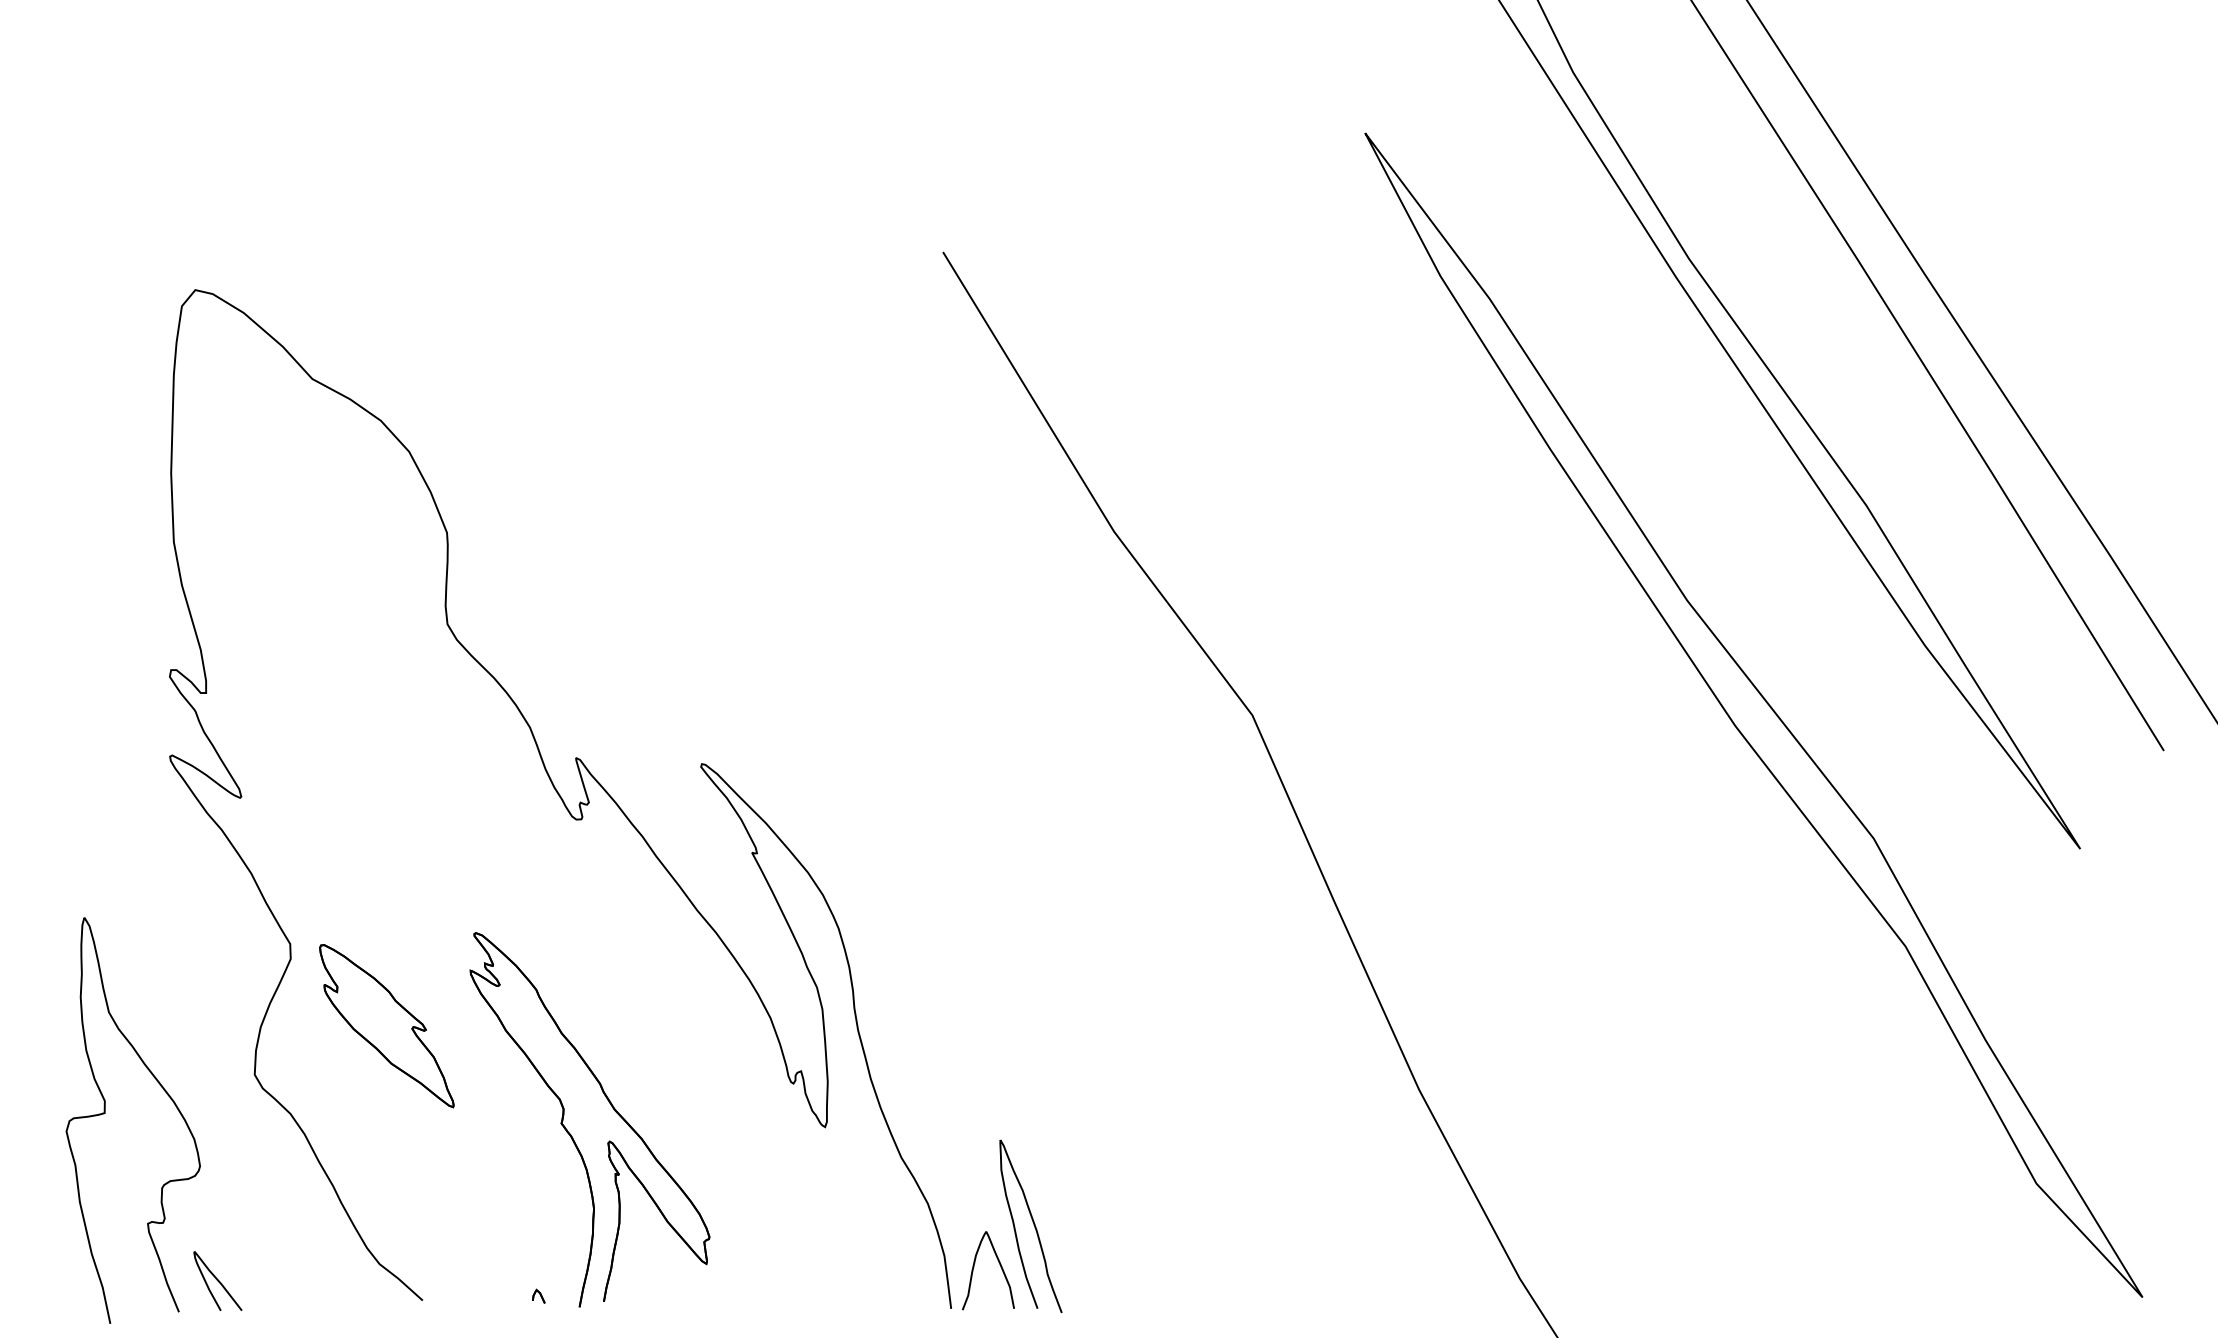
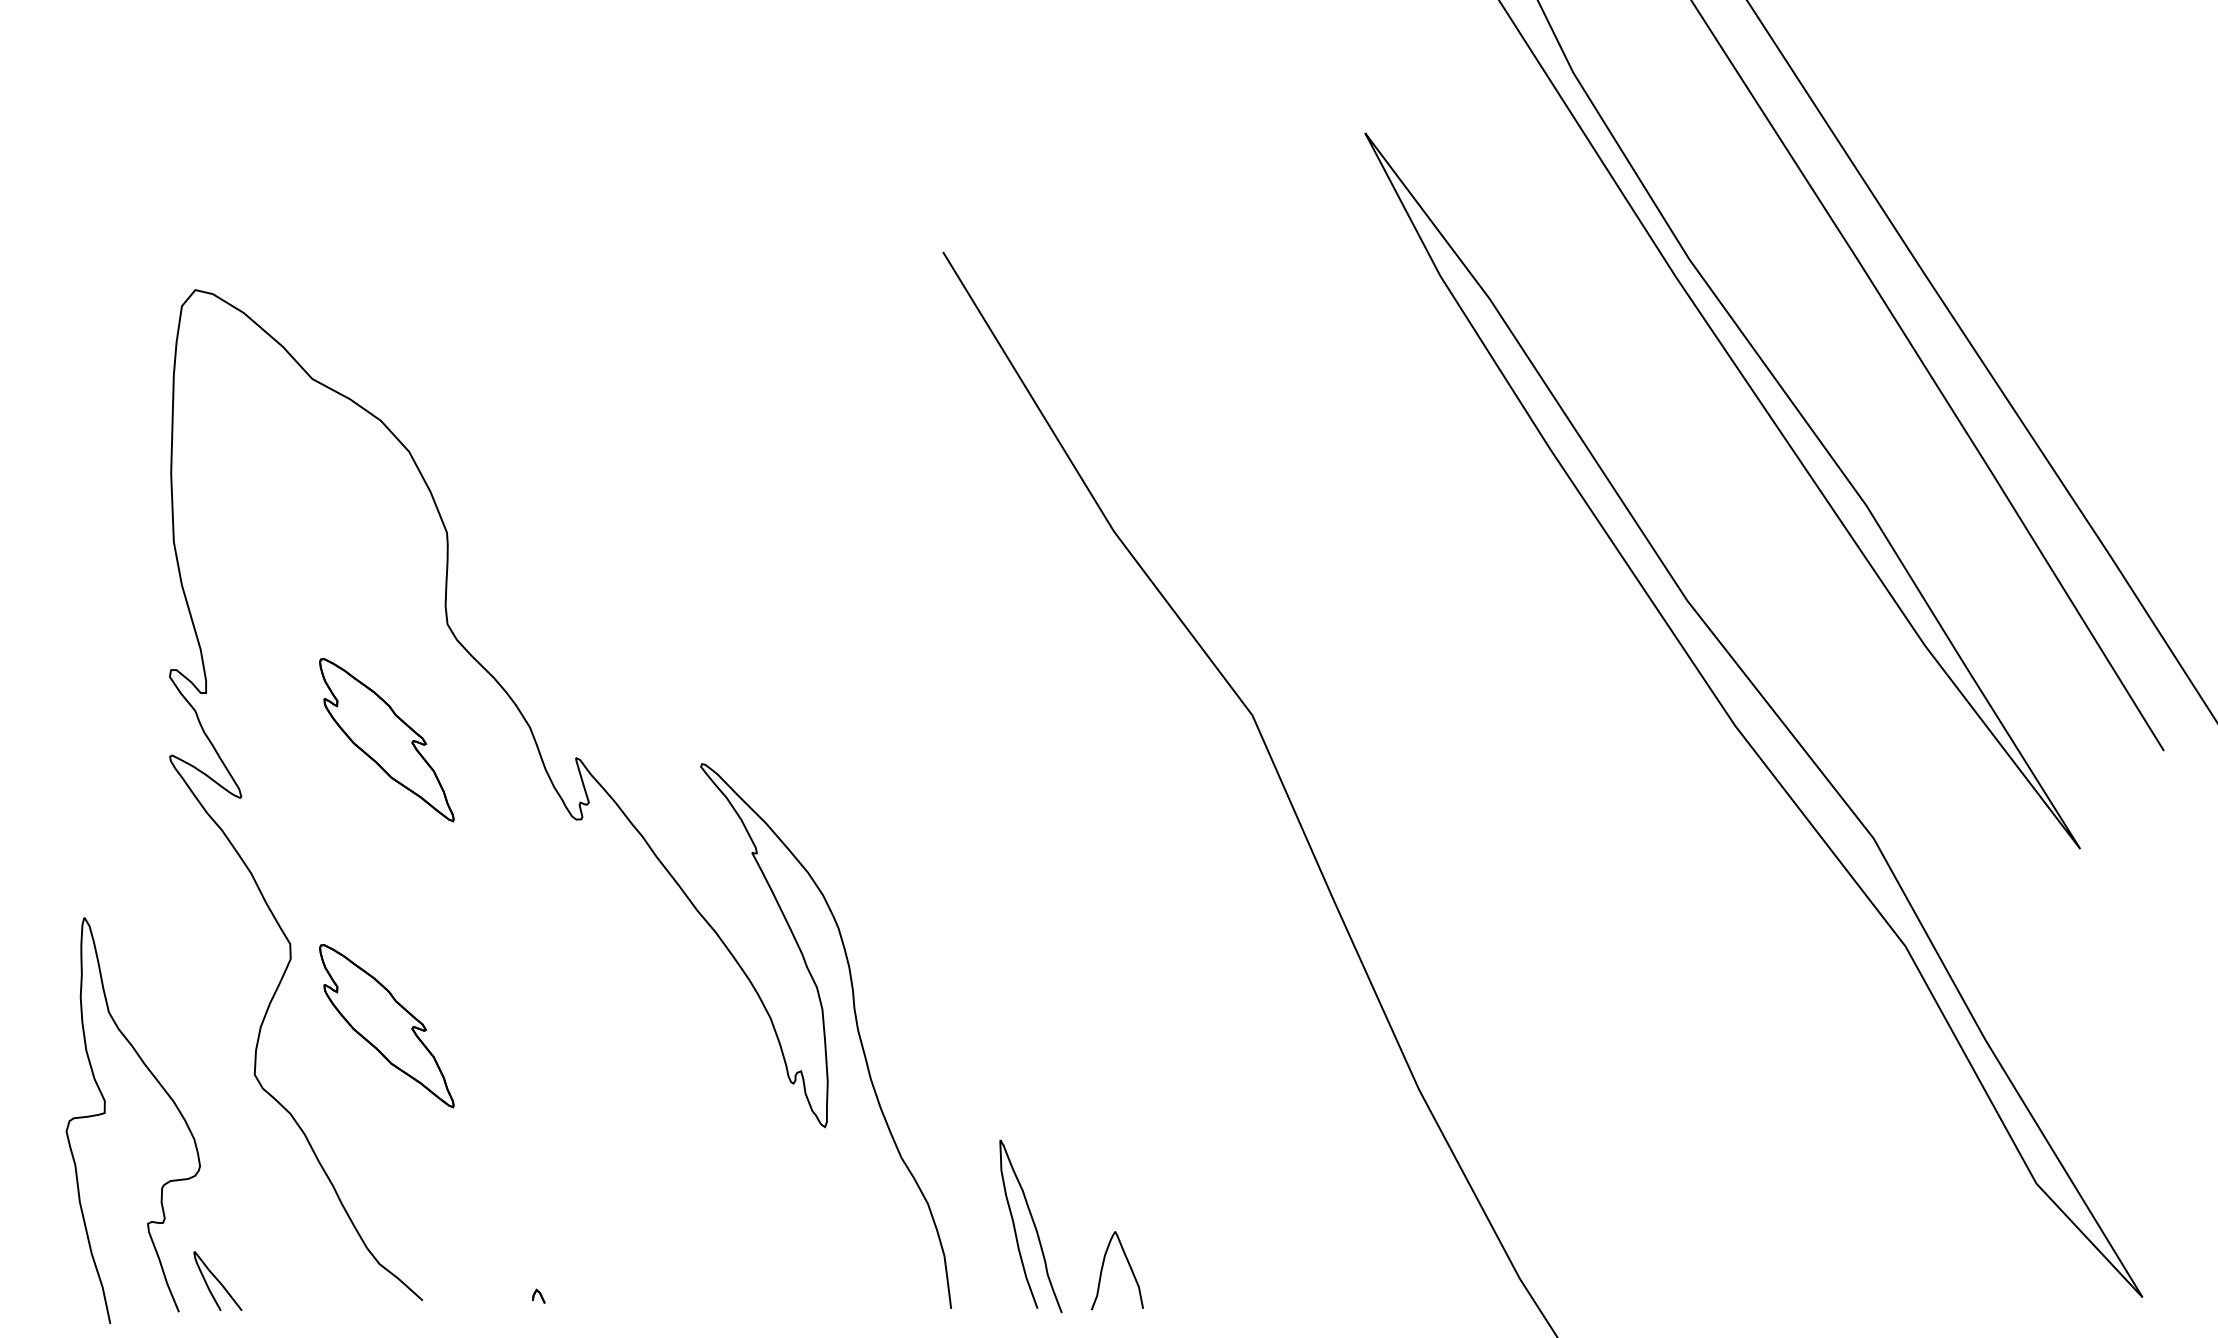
part at (386, 740): none -> present
part at (571, 1134): present -> none
curve at (999, 1265) position: (999, 1265) -> (1128, 1265)
